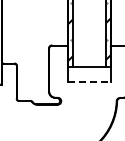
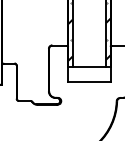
line at (89, 81): dashed -> solid
